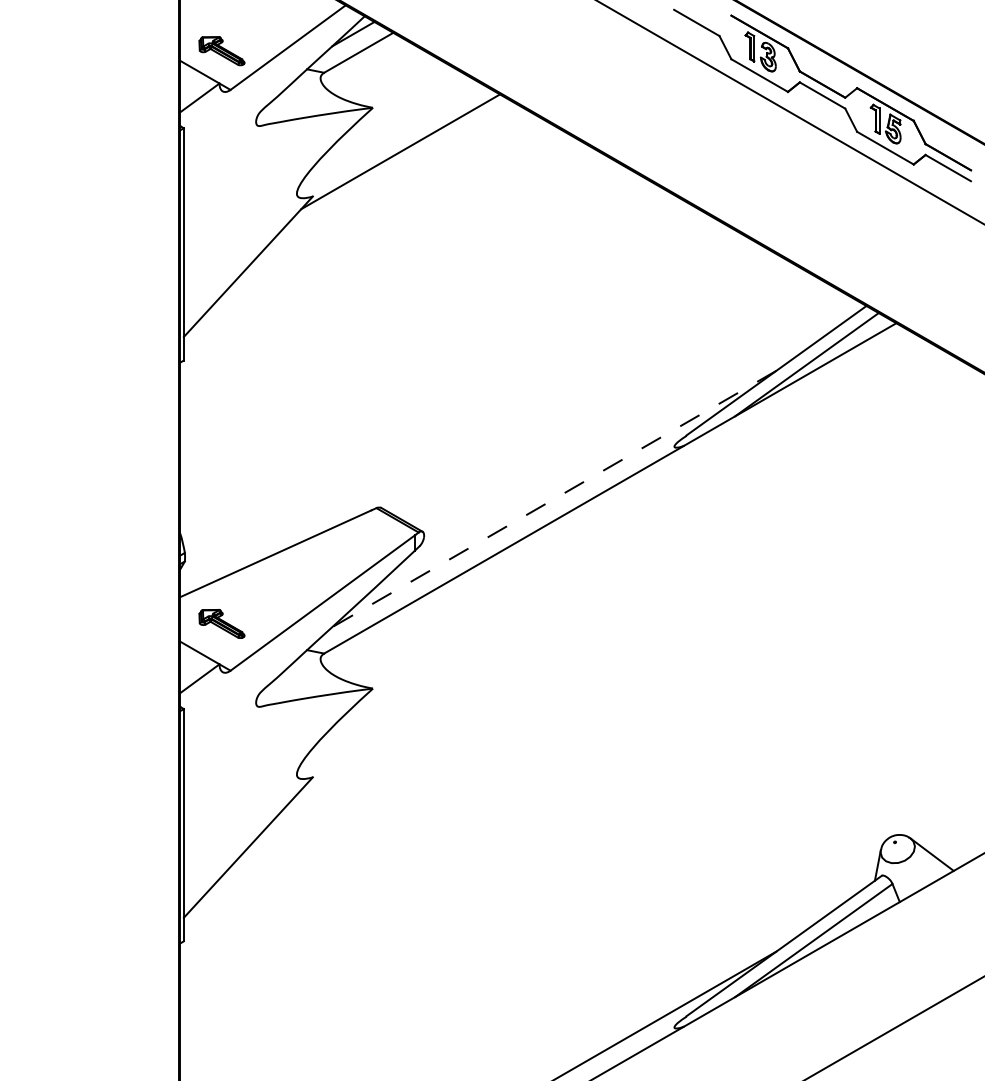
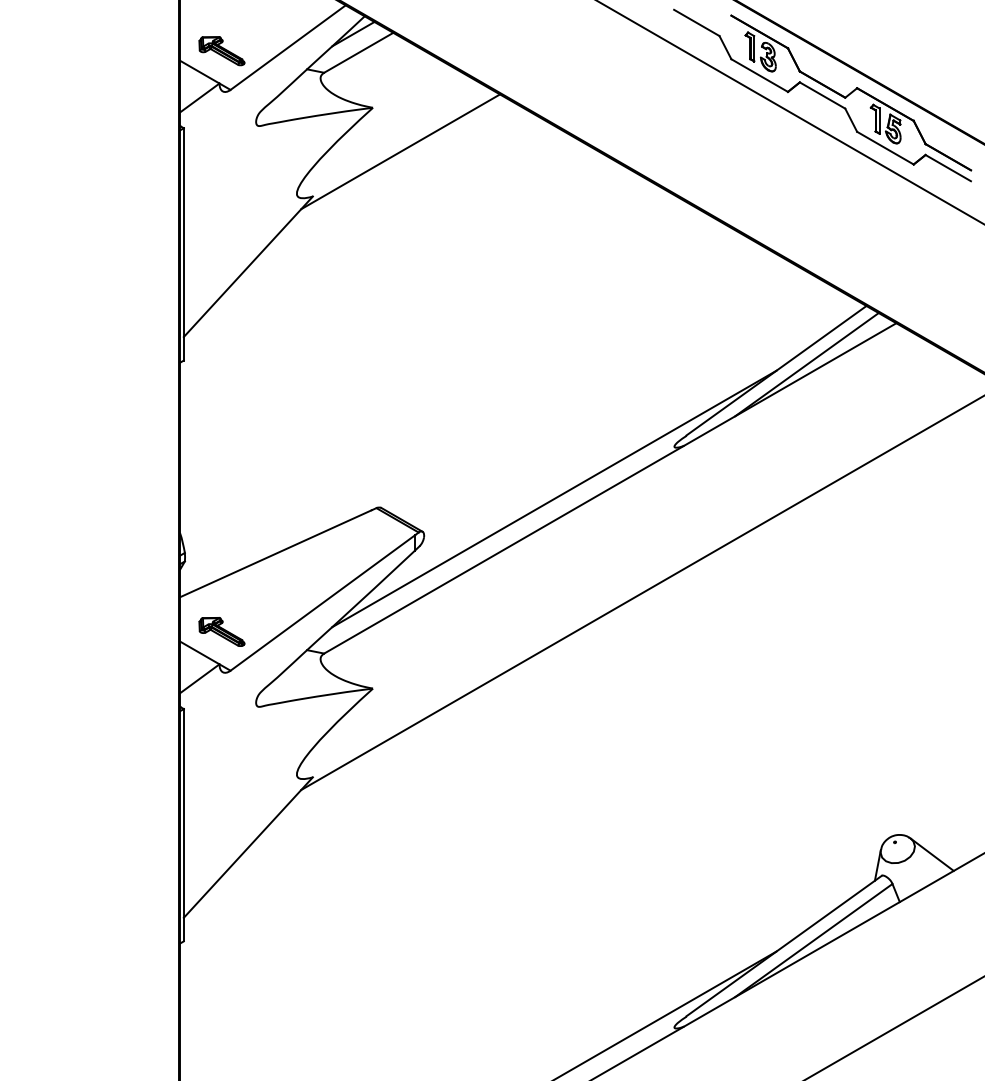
line at (554, 499): dashed -> solid
line at (641, 593): none -> present
part at (221, 623) position: (221, 623) -> (221, 631)
